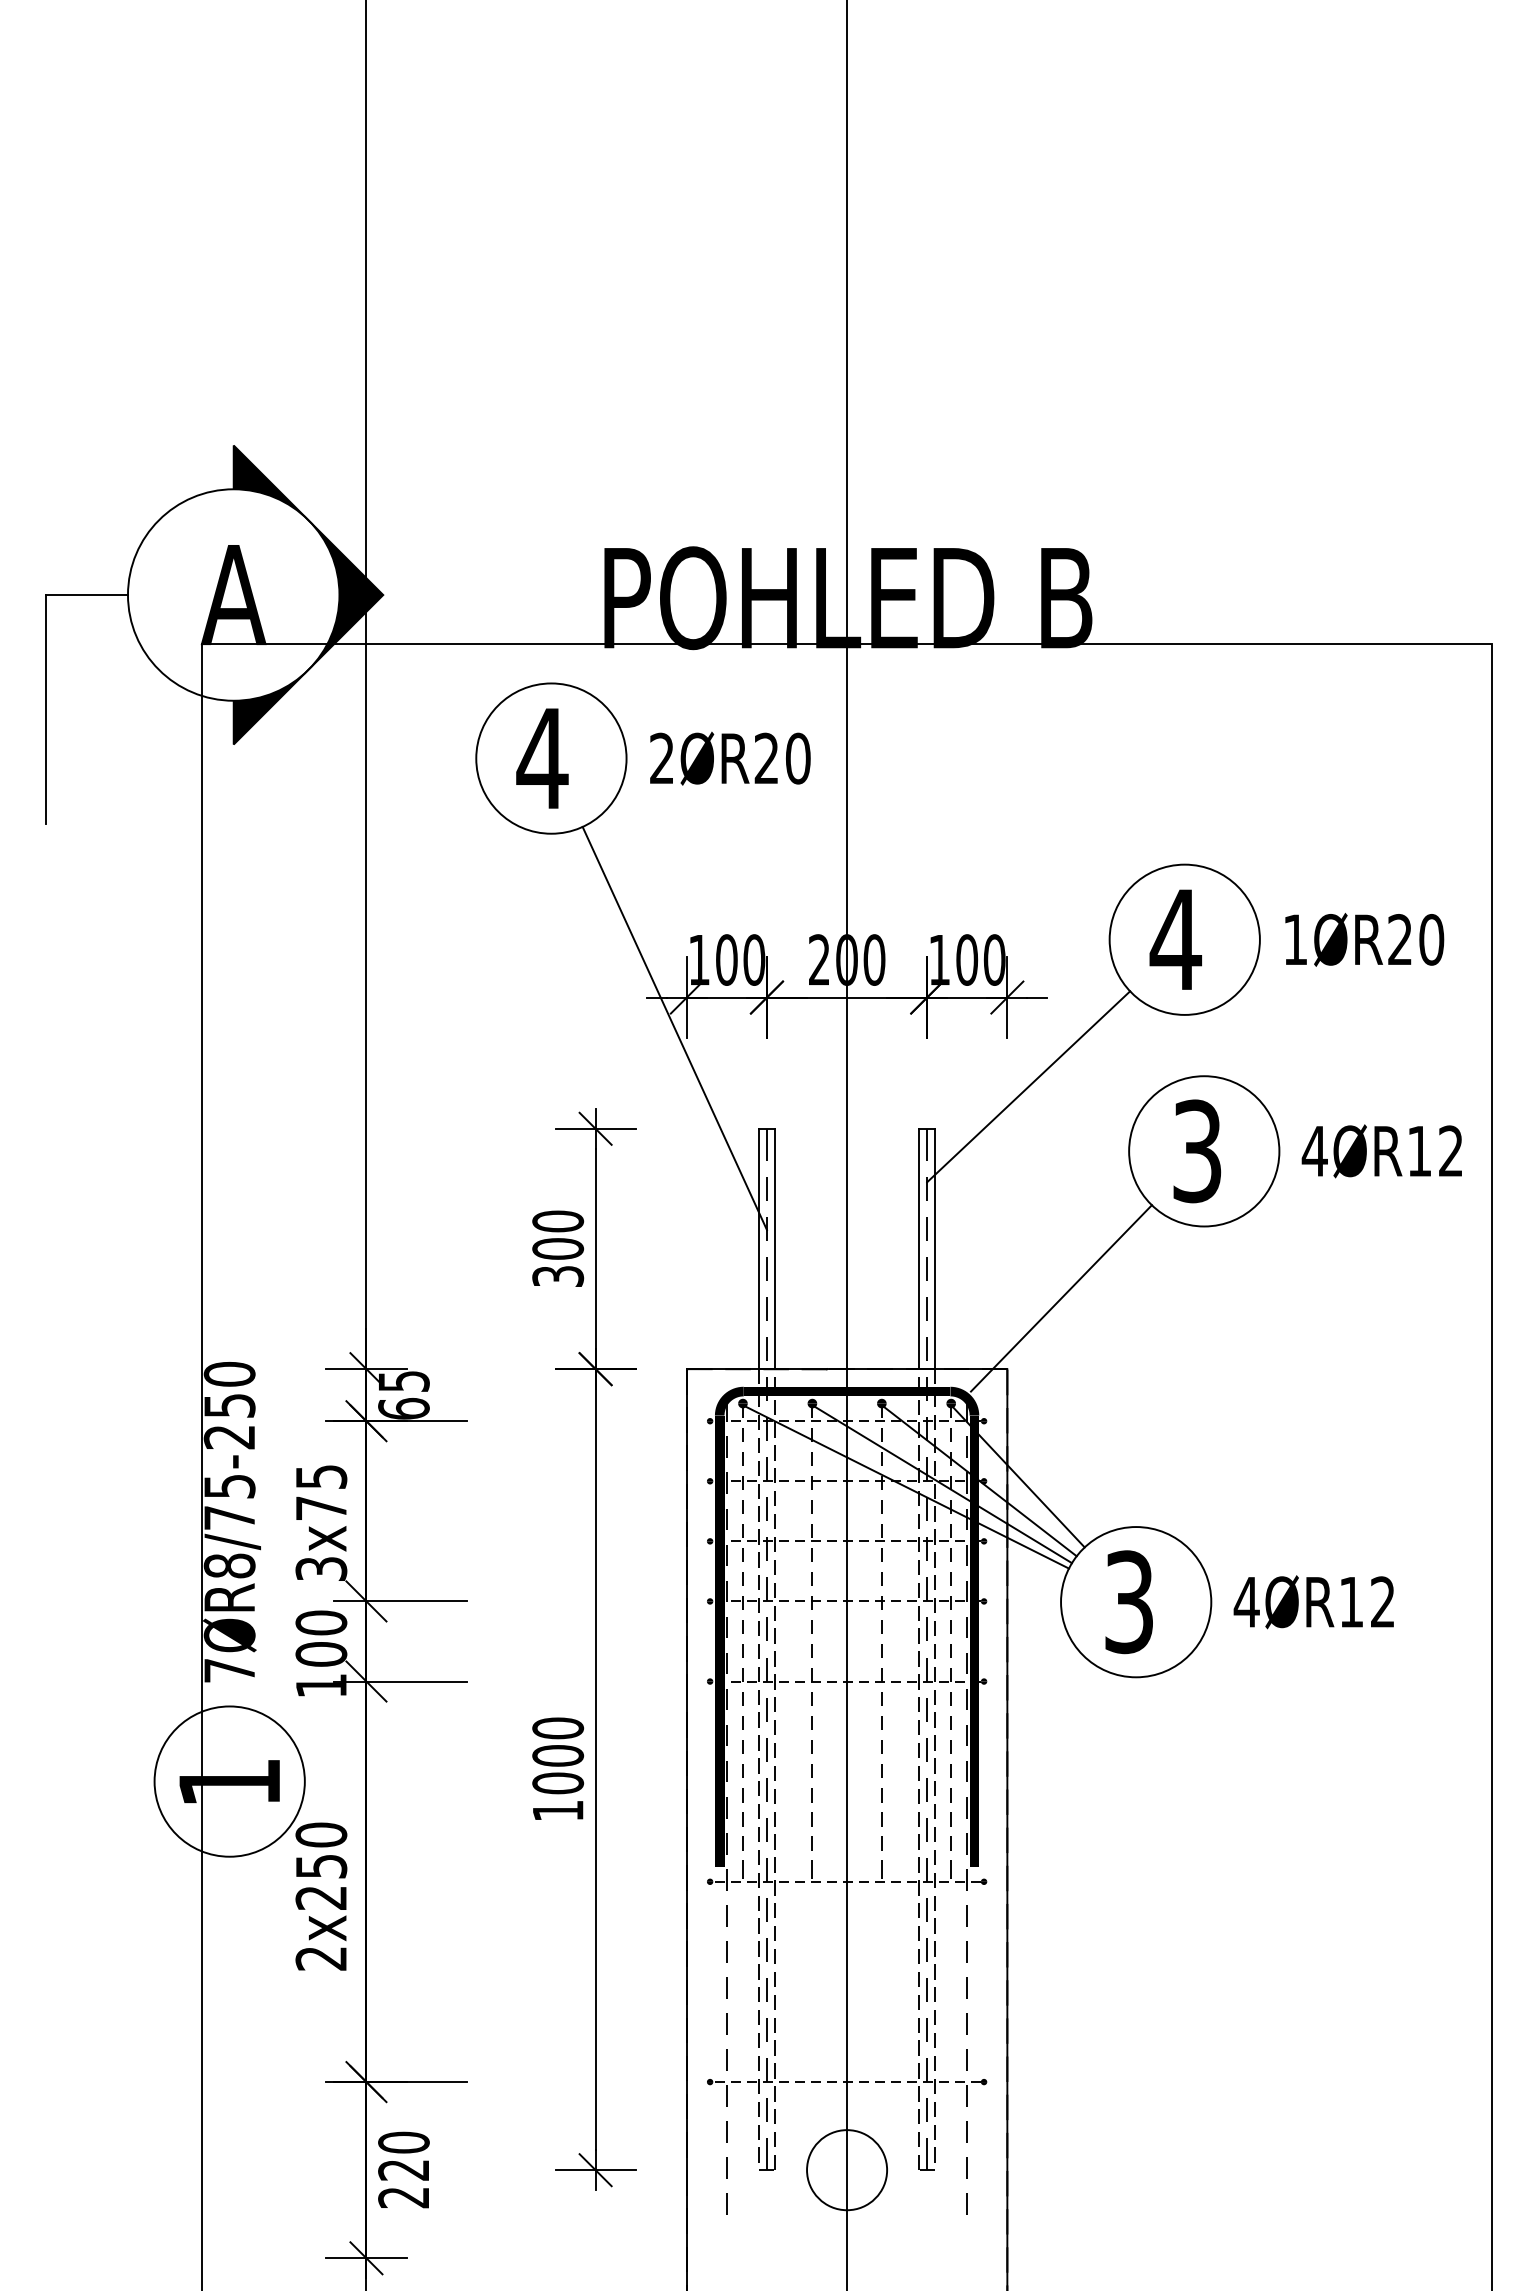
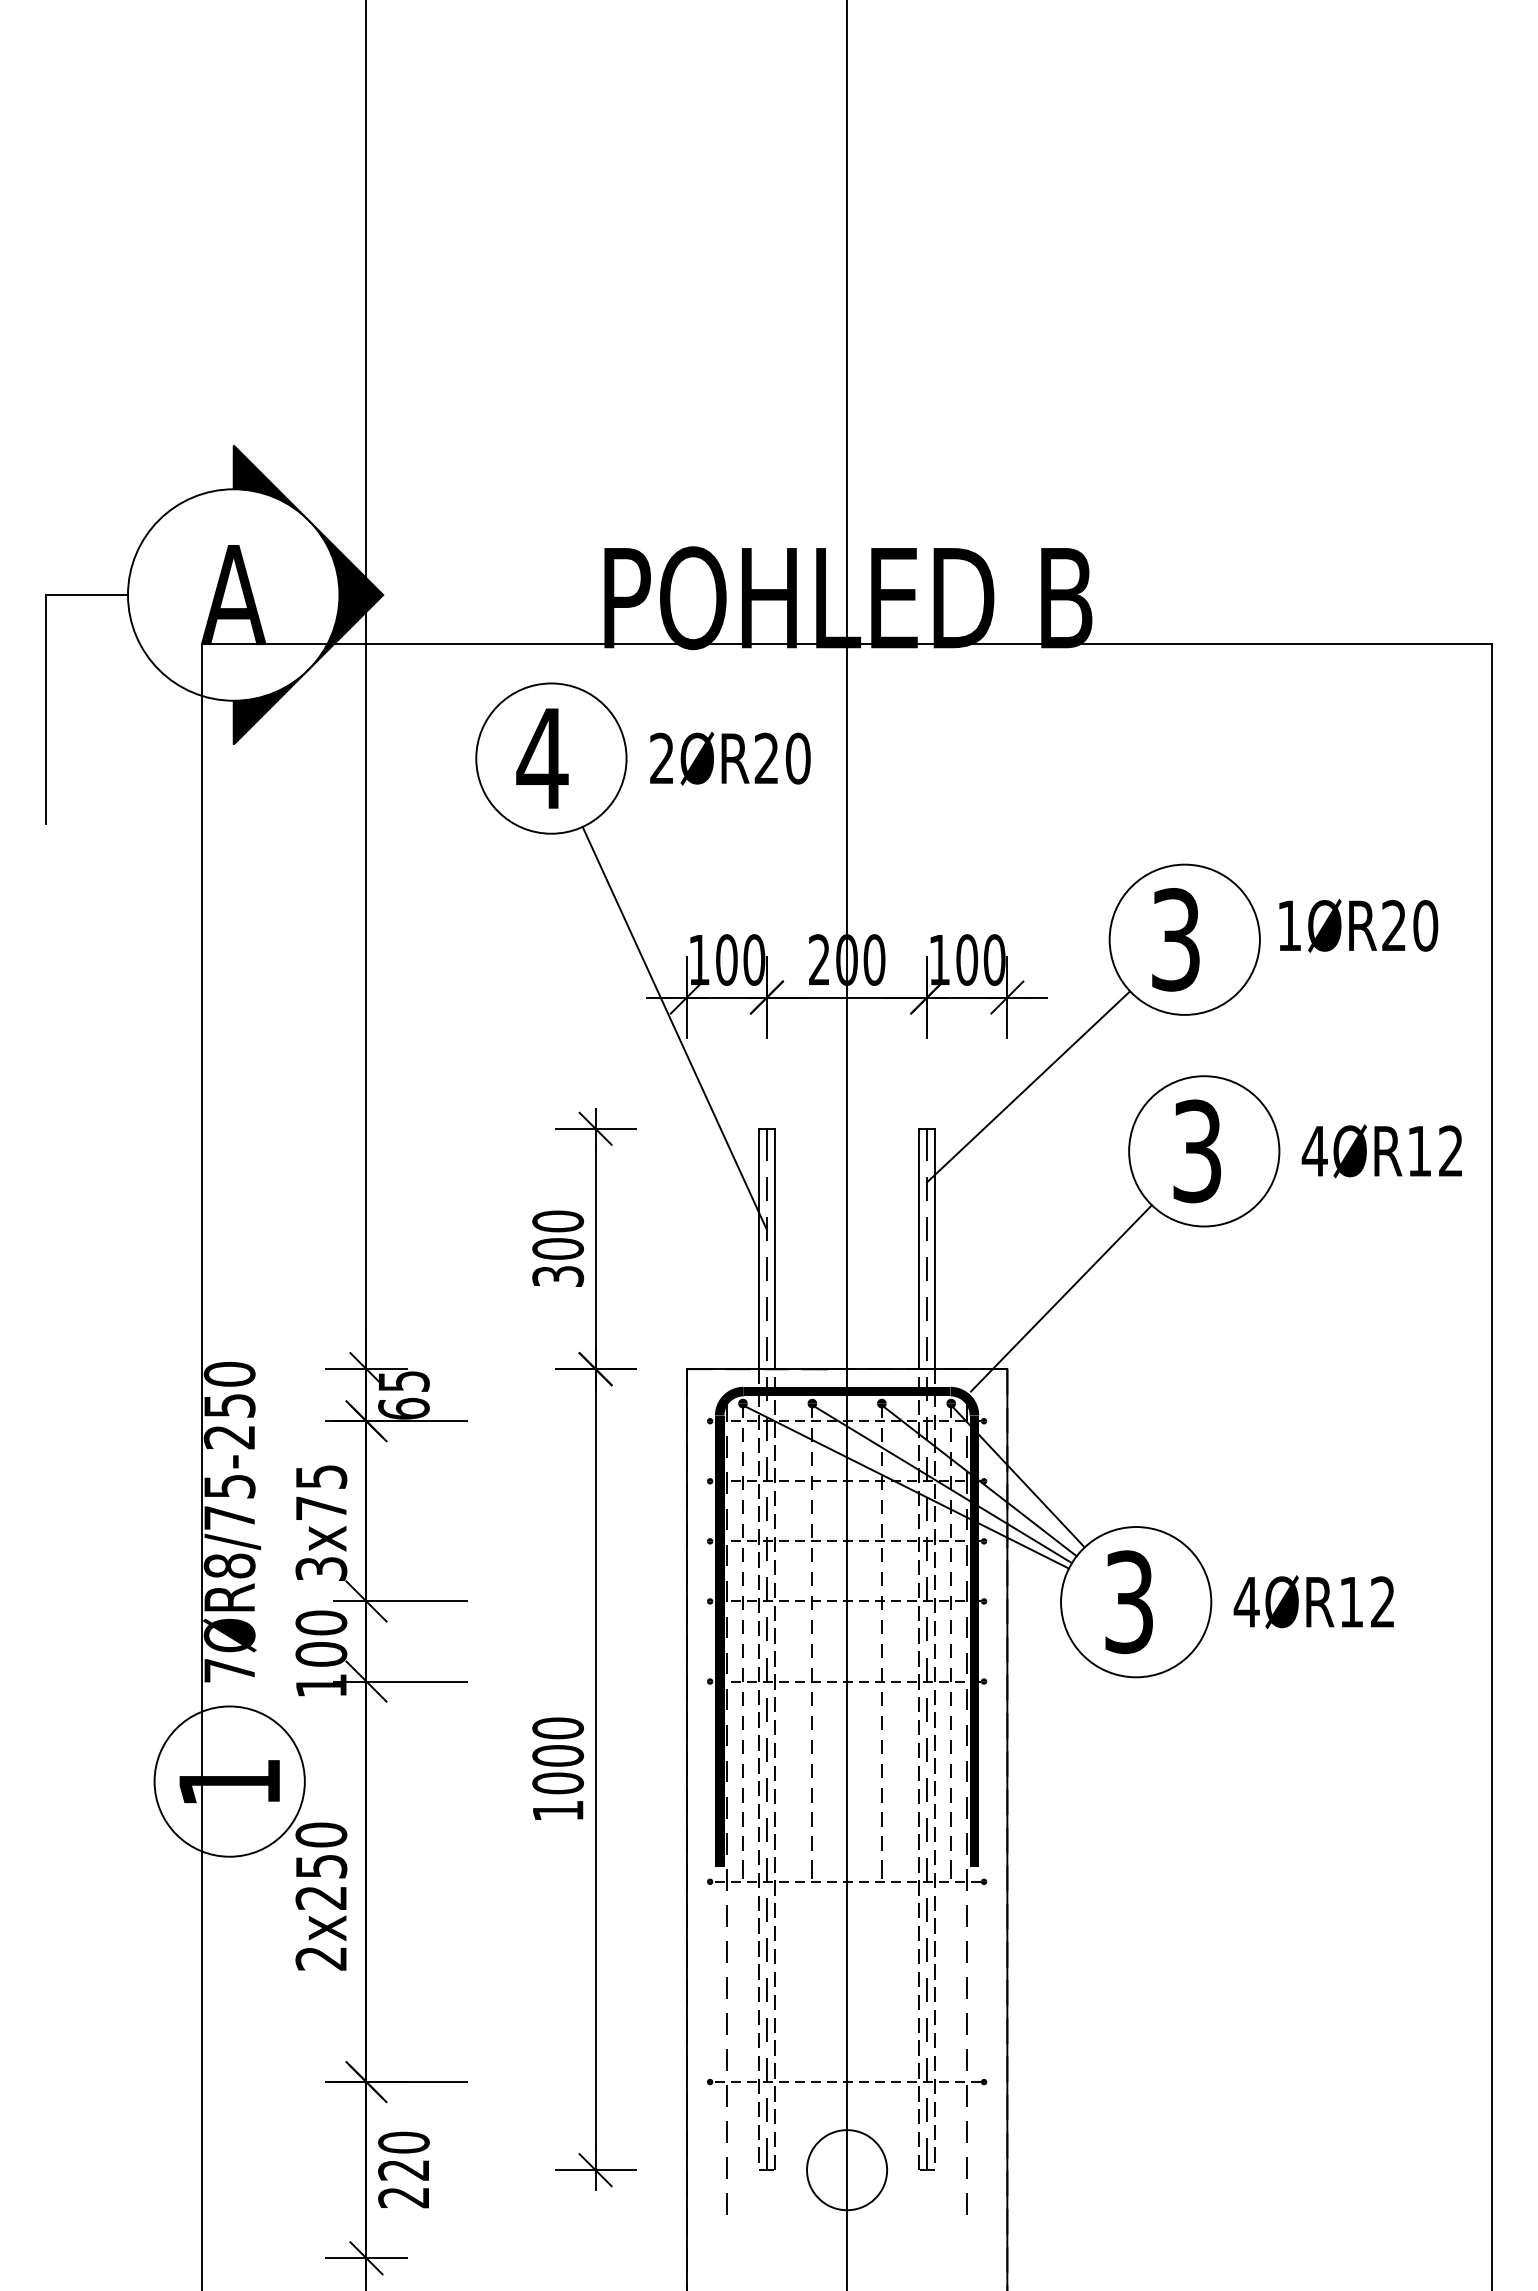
text at (1175, 939): 4 -> 3
text at (1364, 939) position: (1364, 939) -> (1358, 925)
